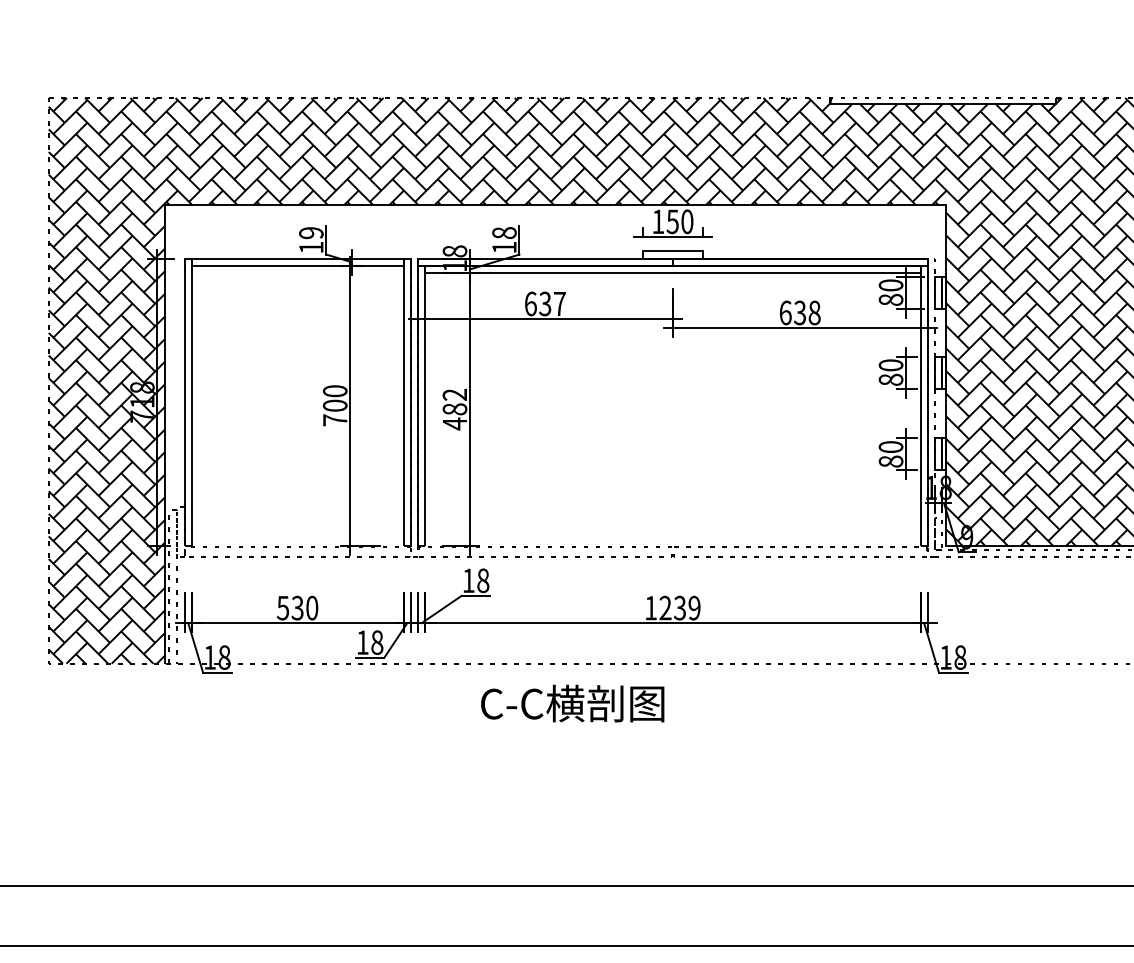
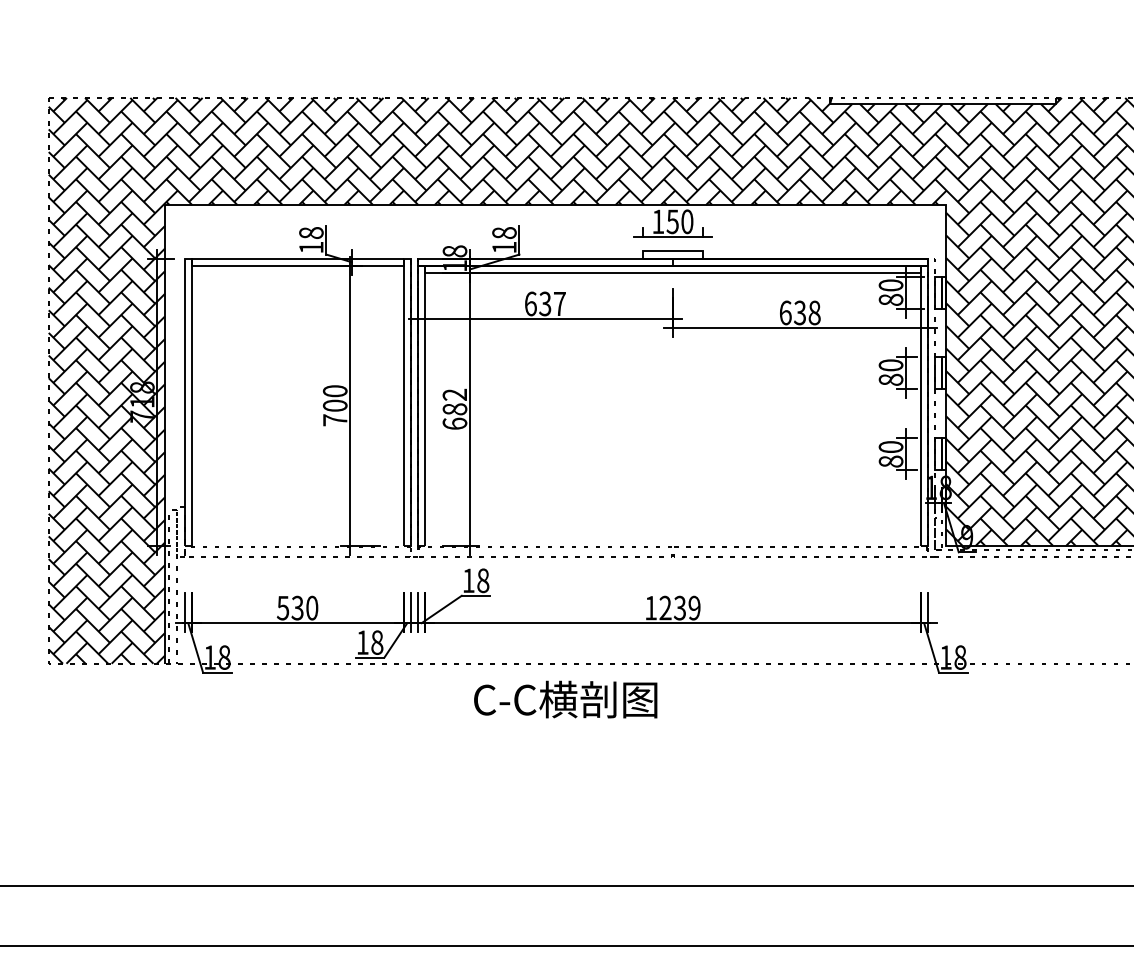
text at (311, 233): 19 -> 18
text at (454, 423): 482 -> 682
text at (572, 703) position: (572, 703) -> (565, 699)
